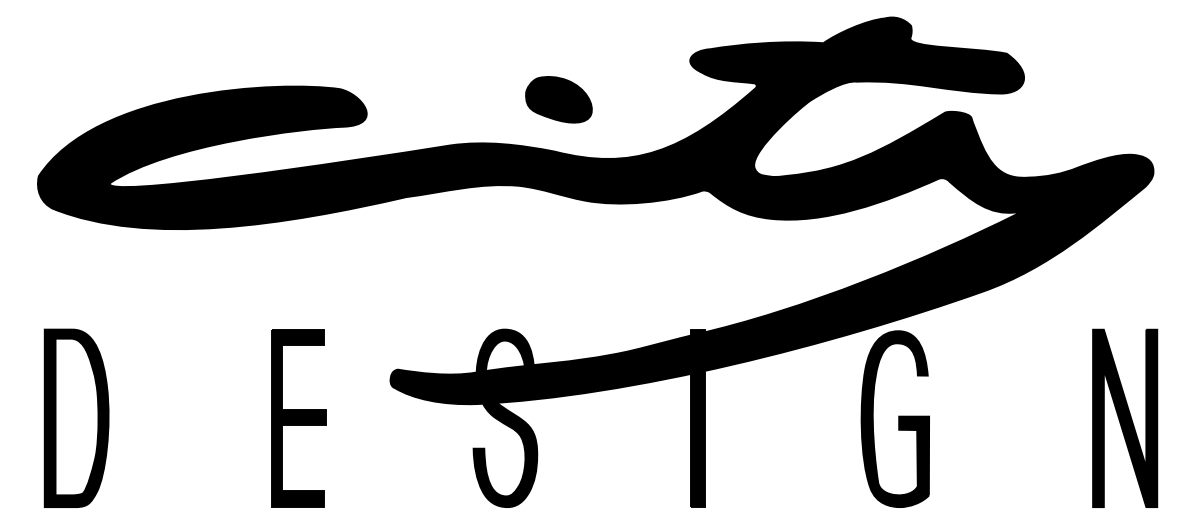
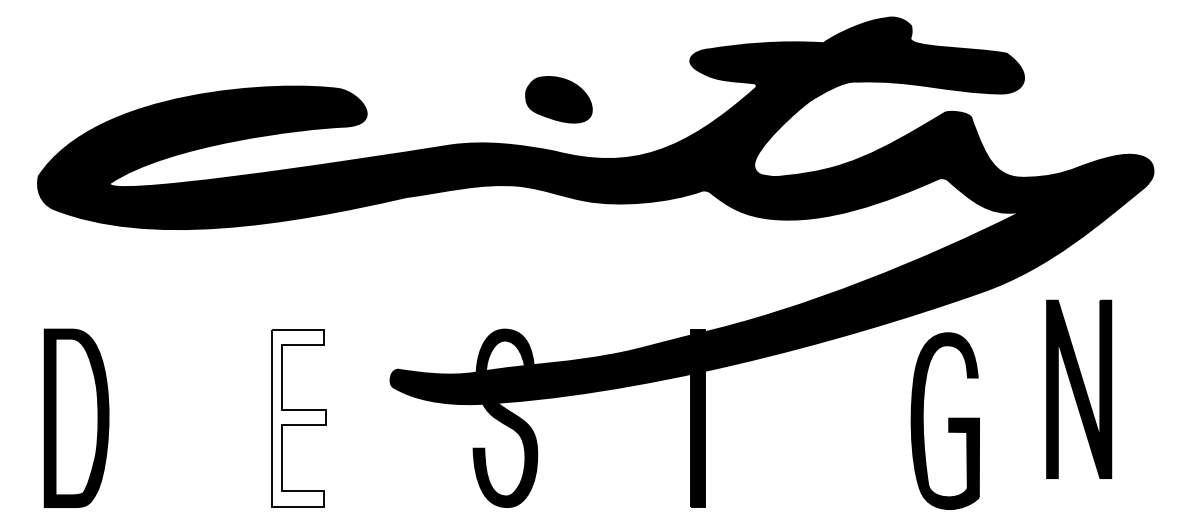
part at (1125, 417) position: (1125, 417) -> (1079, 388)
fill at (298, 418): present -> none
part at (894, 418) position: (894, 418) -> (944, 420)
